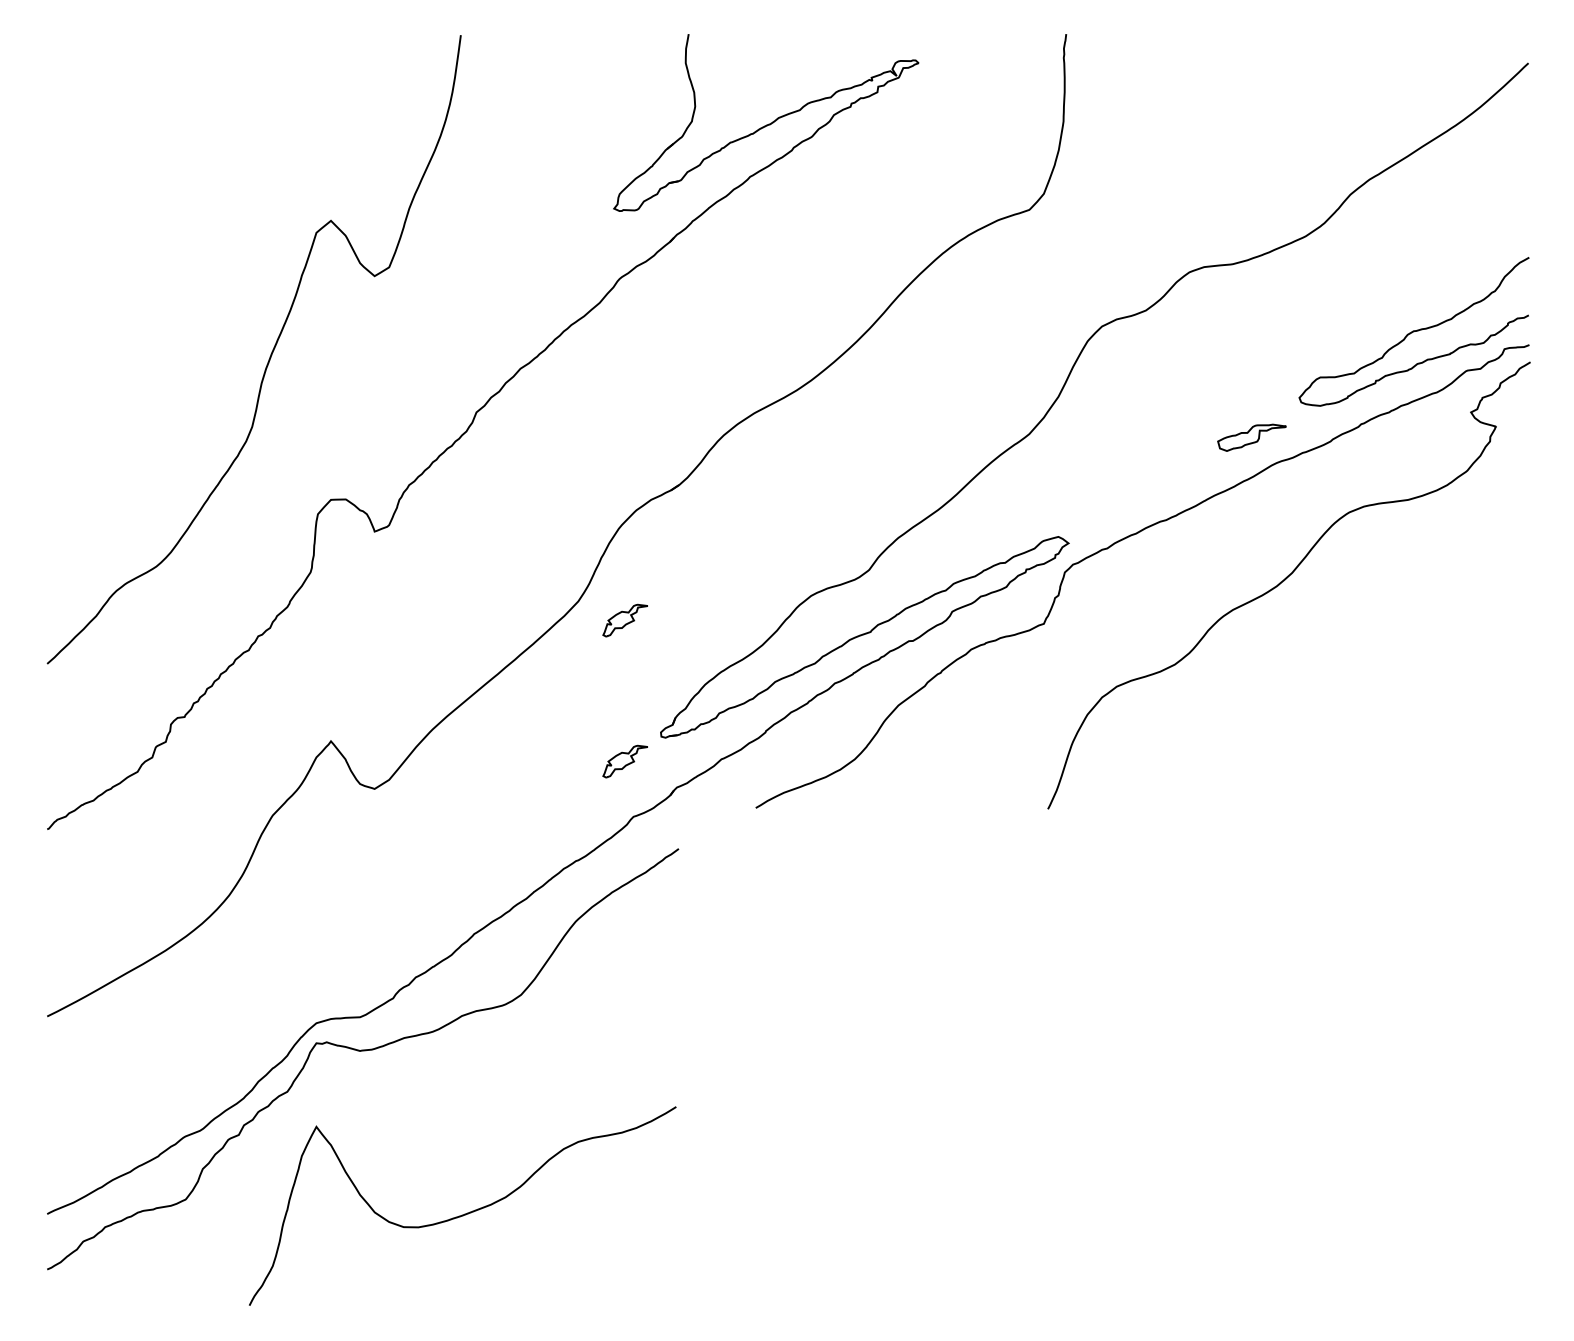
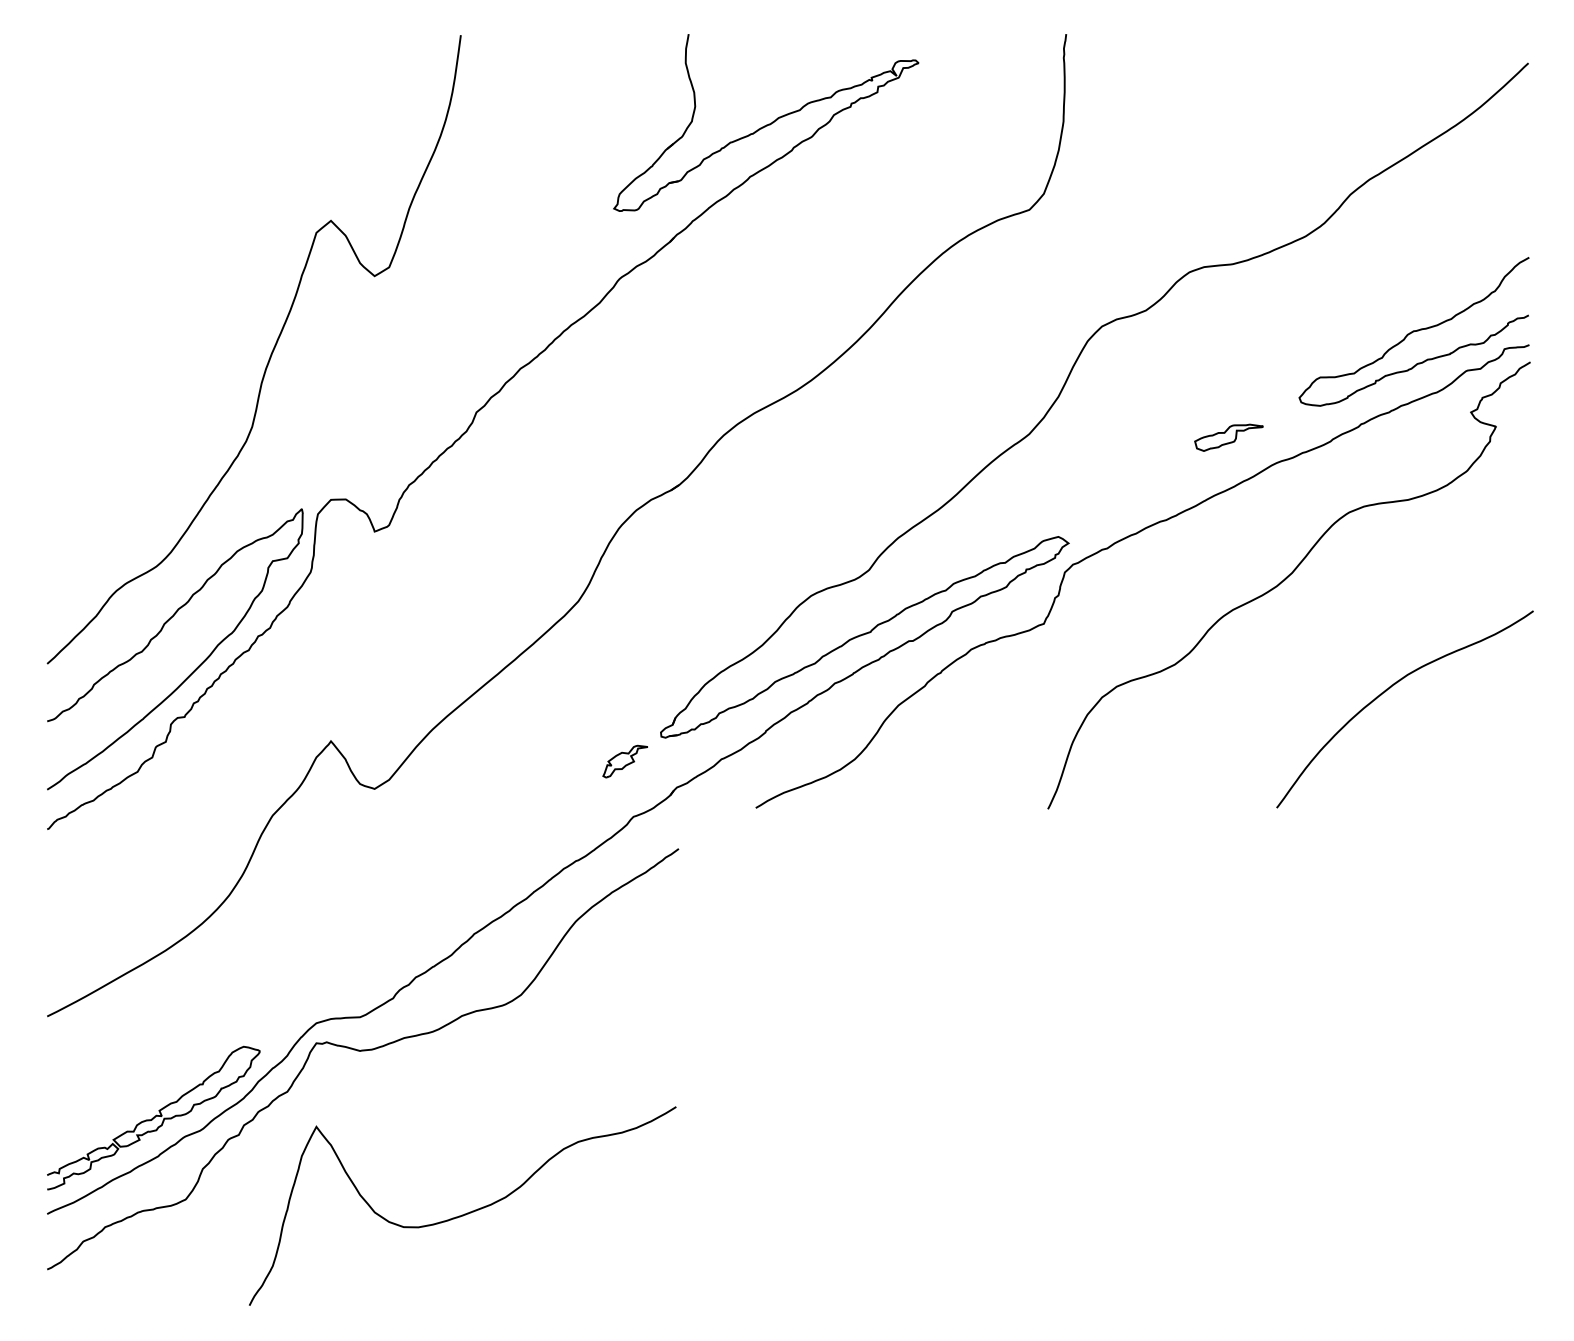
part at (1251, 437) position: (1251, 437) -> (1228, 437)
part at (624, 620): present -> none
curve at (157, 636): none -> present
curve at (1389, 689): none -> present
part at (153, 1117): none -> present
